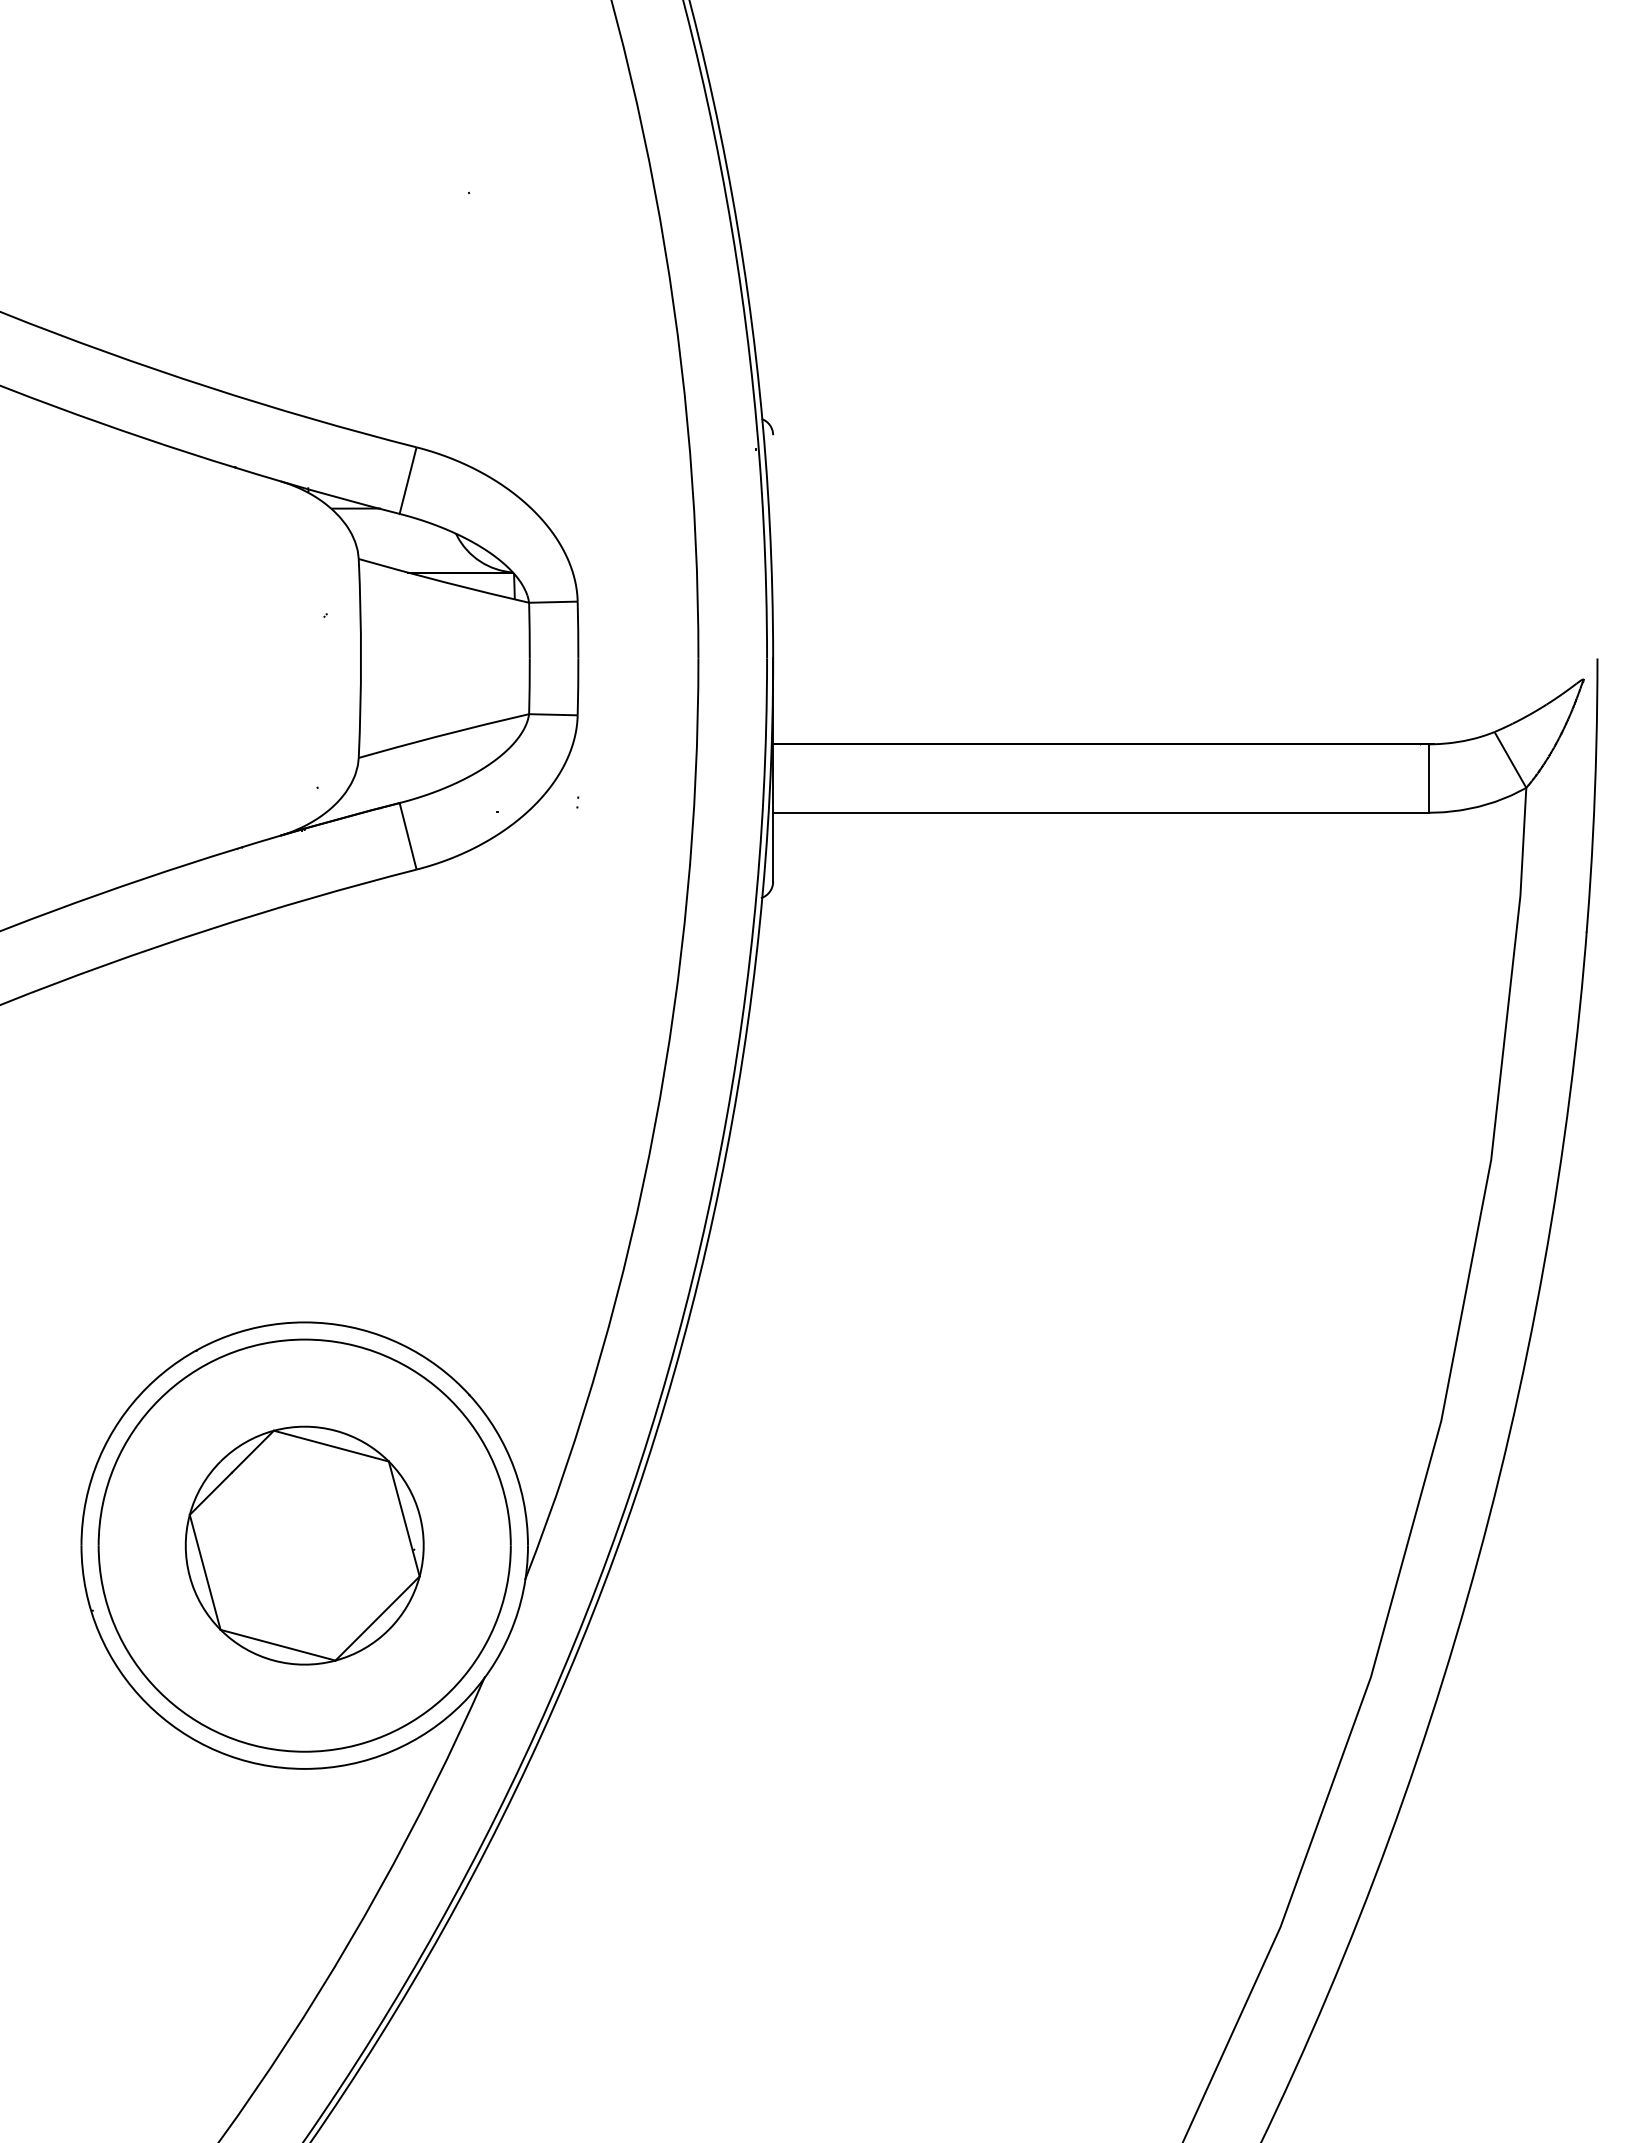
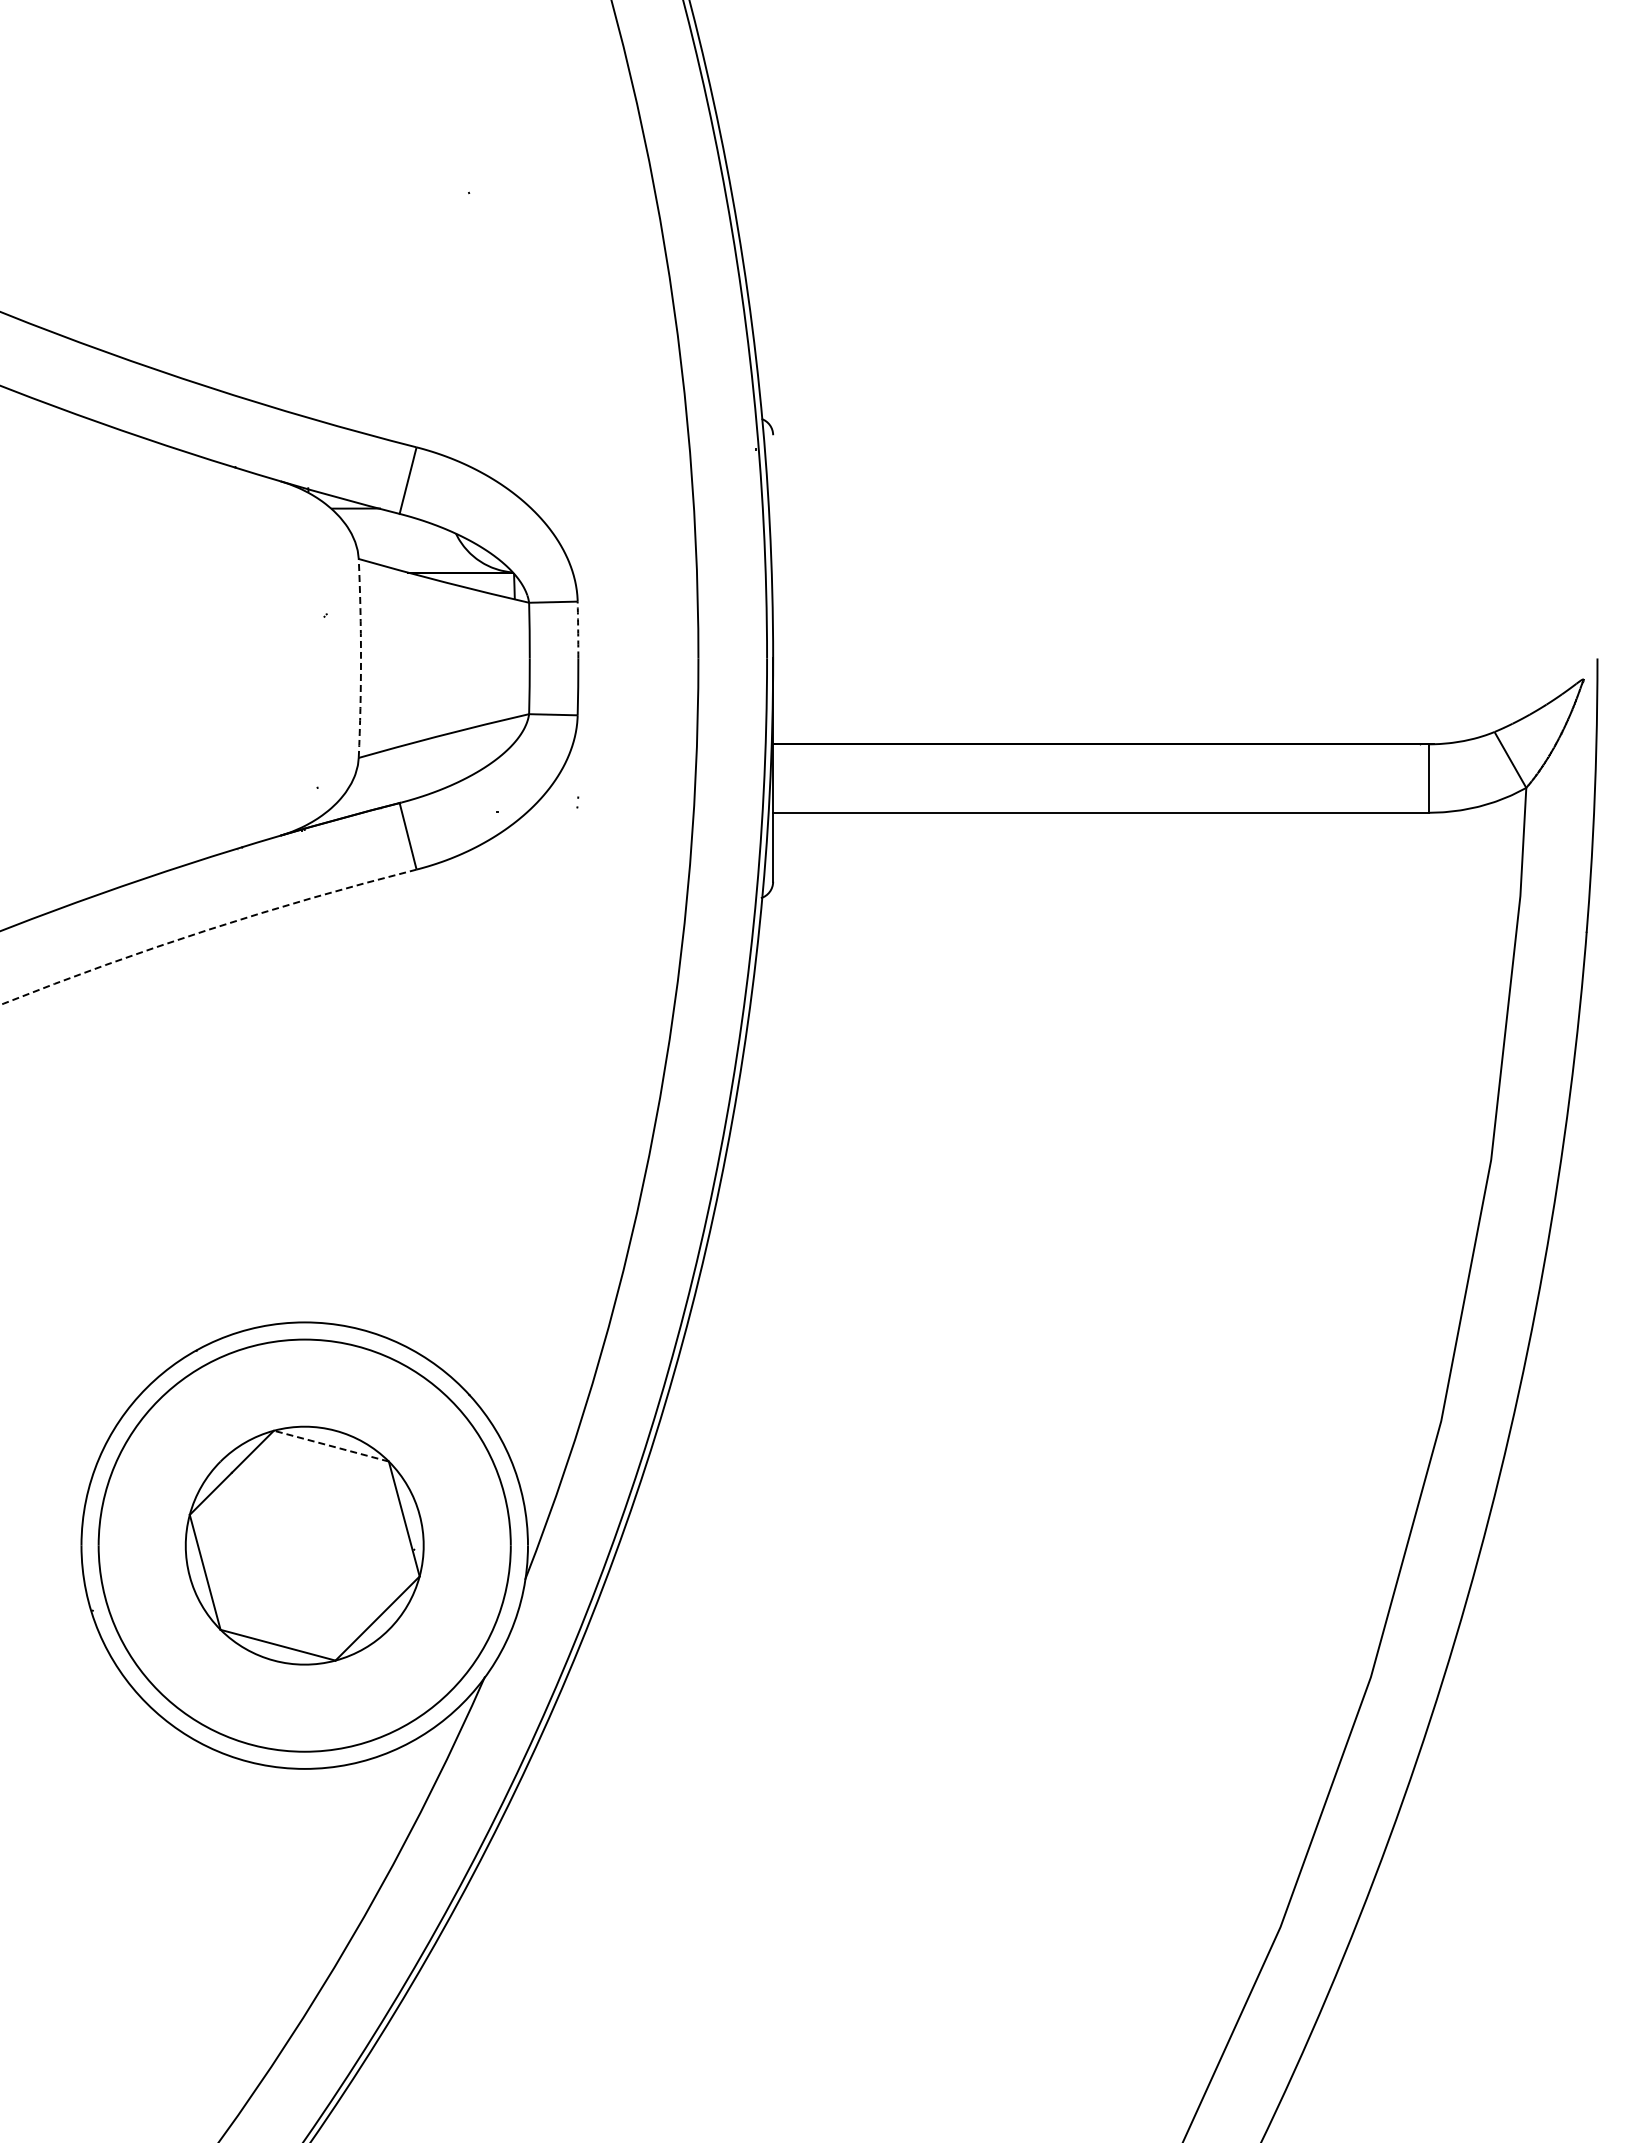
arc at (578, 630): solid -> dashed
arc at (361, 658): solid -> dashed
arc at (206, 930): solid -> dashed
line at (330, 1446): solid -> dashed
